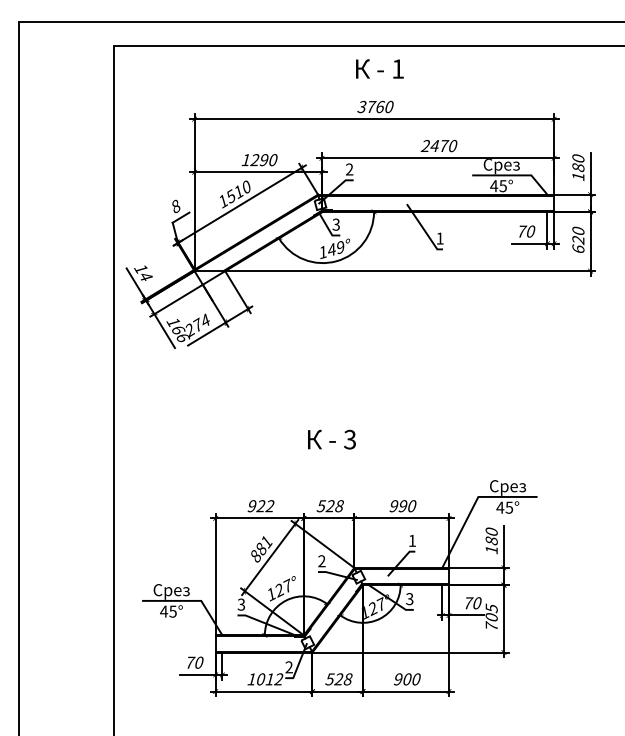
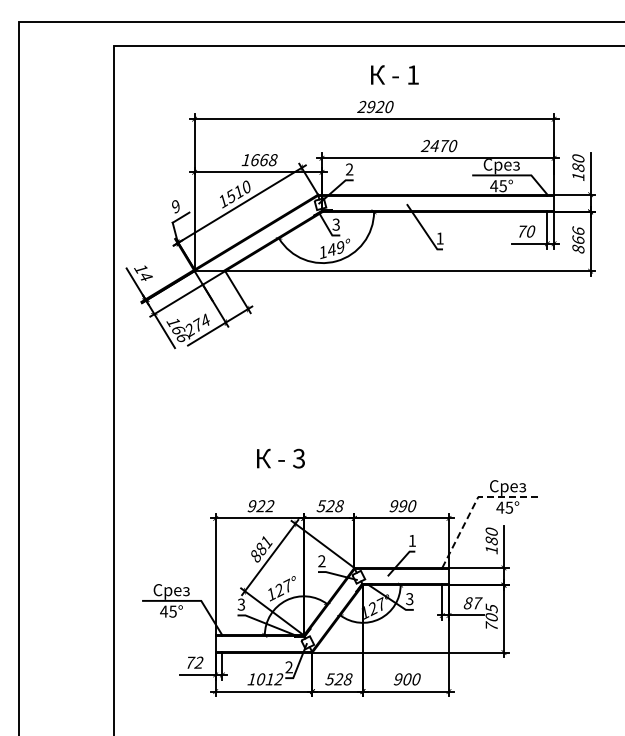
text at (379, 68) position: (379, 68) -> (394, 74)
text at (371, 106): 3760 -> 2920
text at (263, 160): 1290 -> 1668
text at (176, 206): 8 -> 9
text at (578, 239): 620 -> 866
text at (331, 439) position: (331, 439) -> (280, 458)
line at (474, 504): solid -> dashed
text at (472, 603): 70 -> 87
text at (198, 662): 70 -> 72
